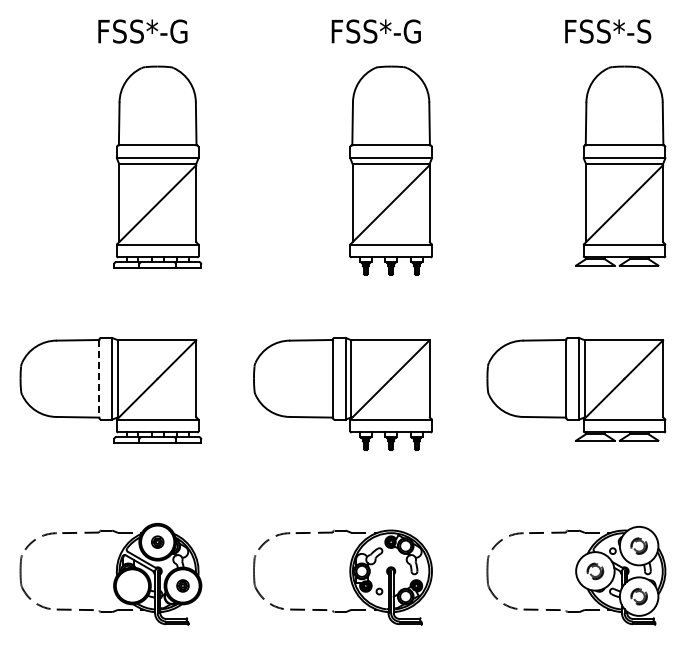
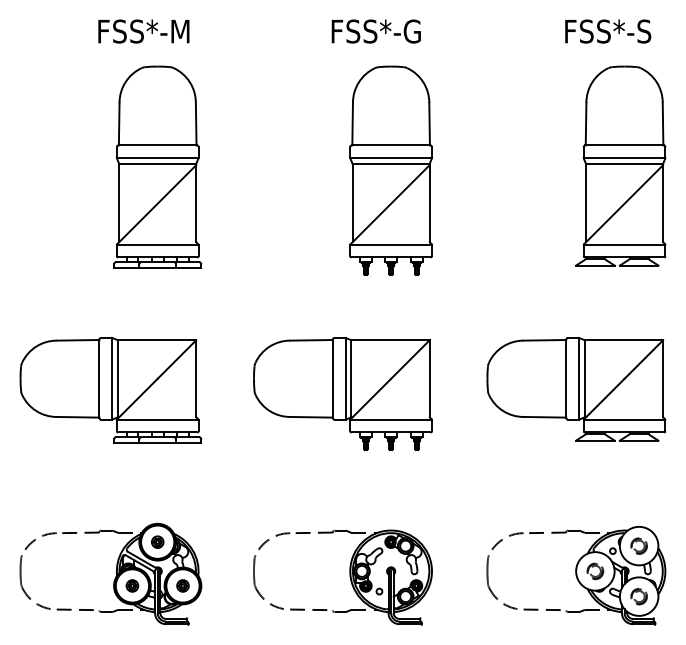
text at (179, 31): FSS*-G -> FSS*-M
line at (99, 379): dashed -> solid
part at (132, 585): none -> present
